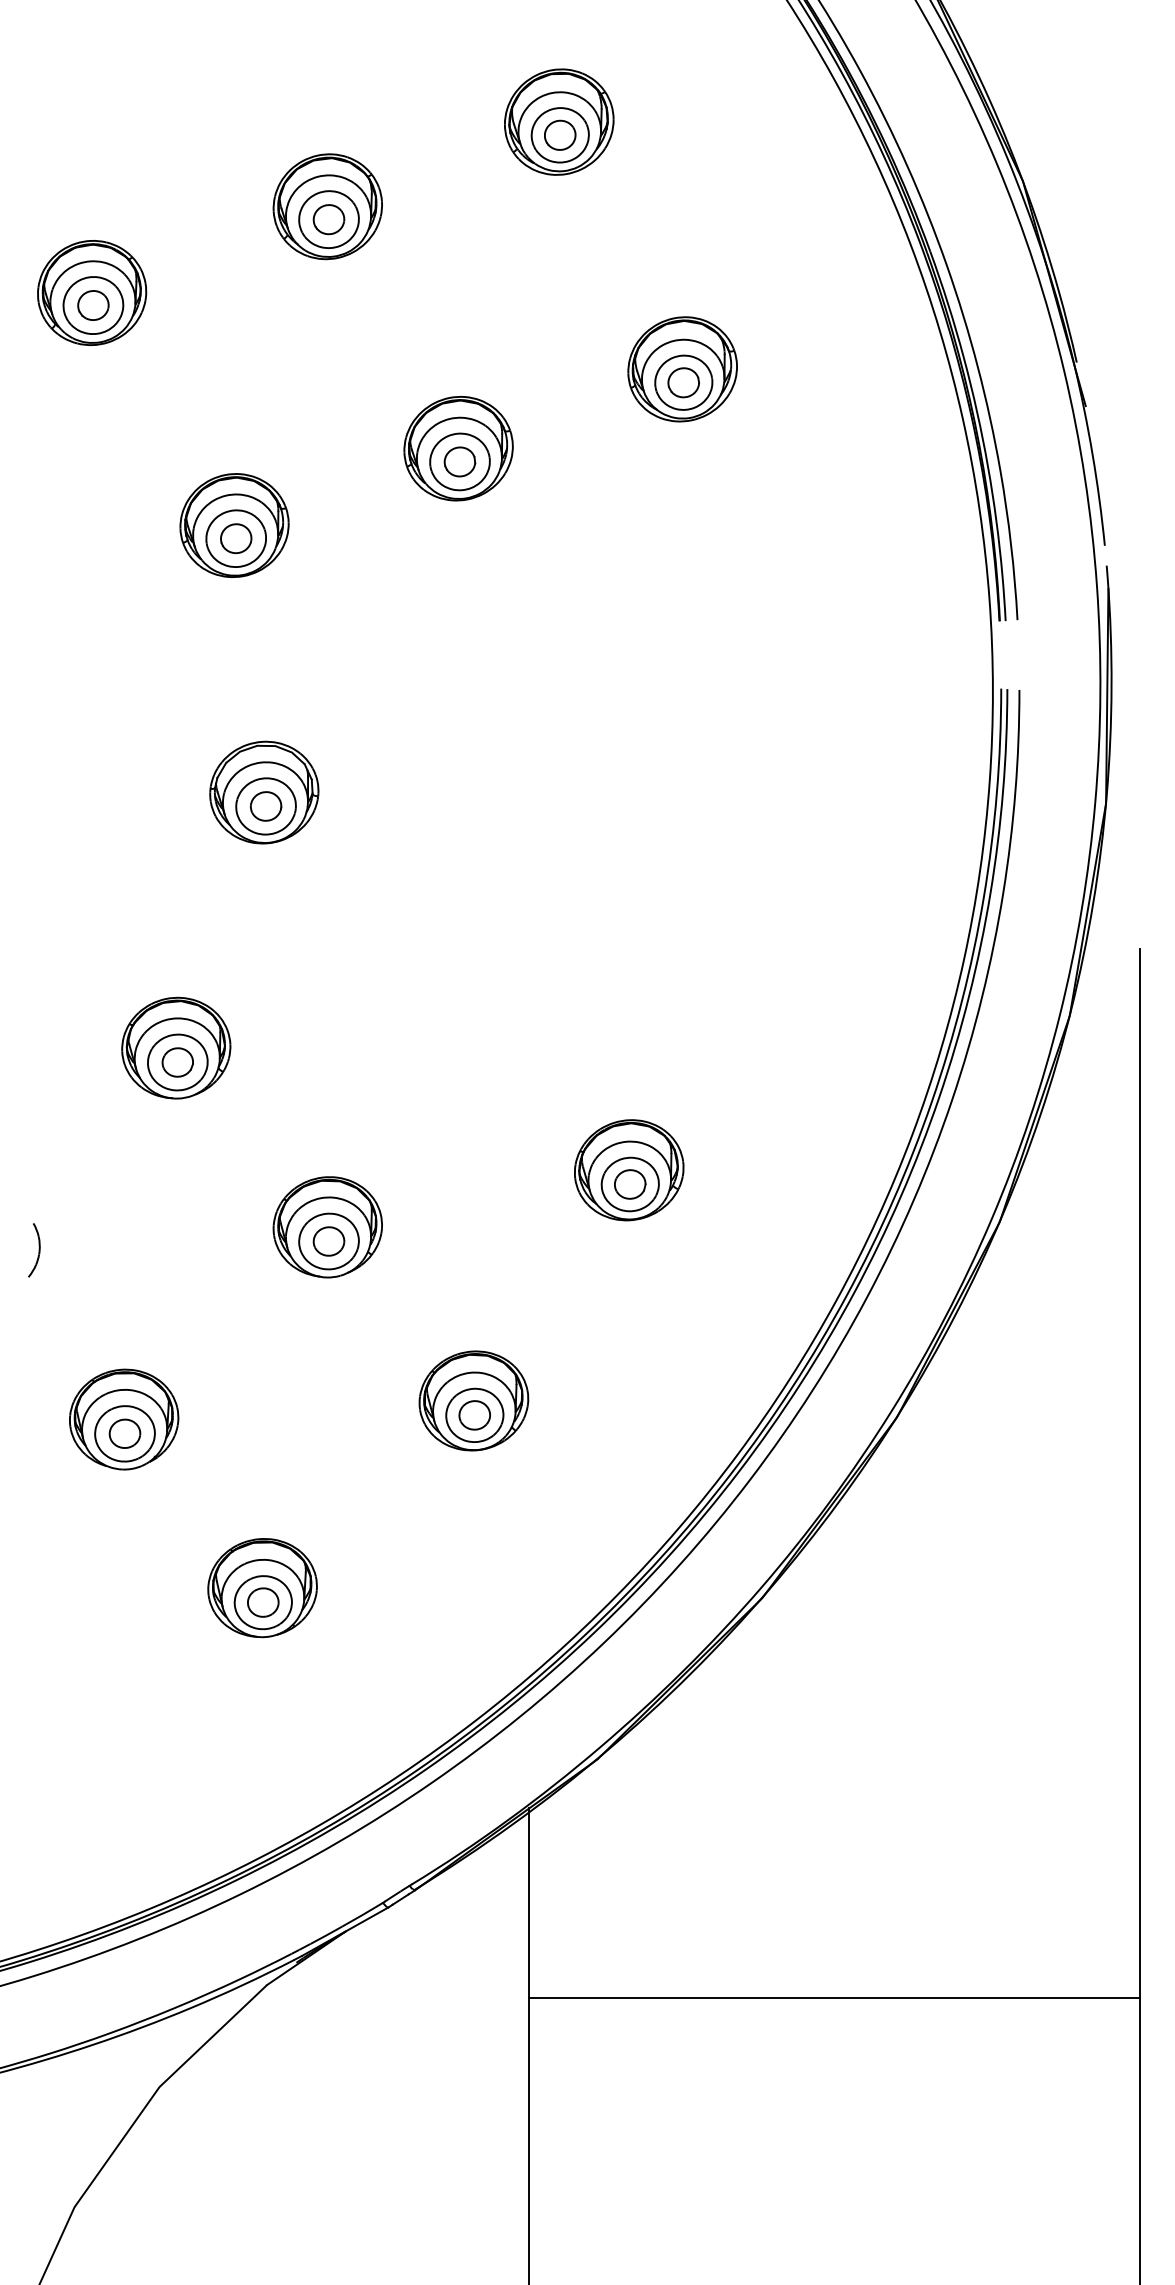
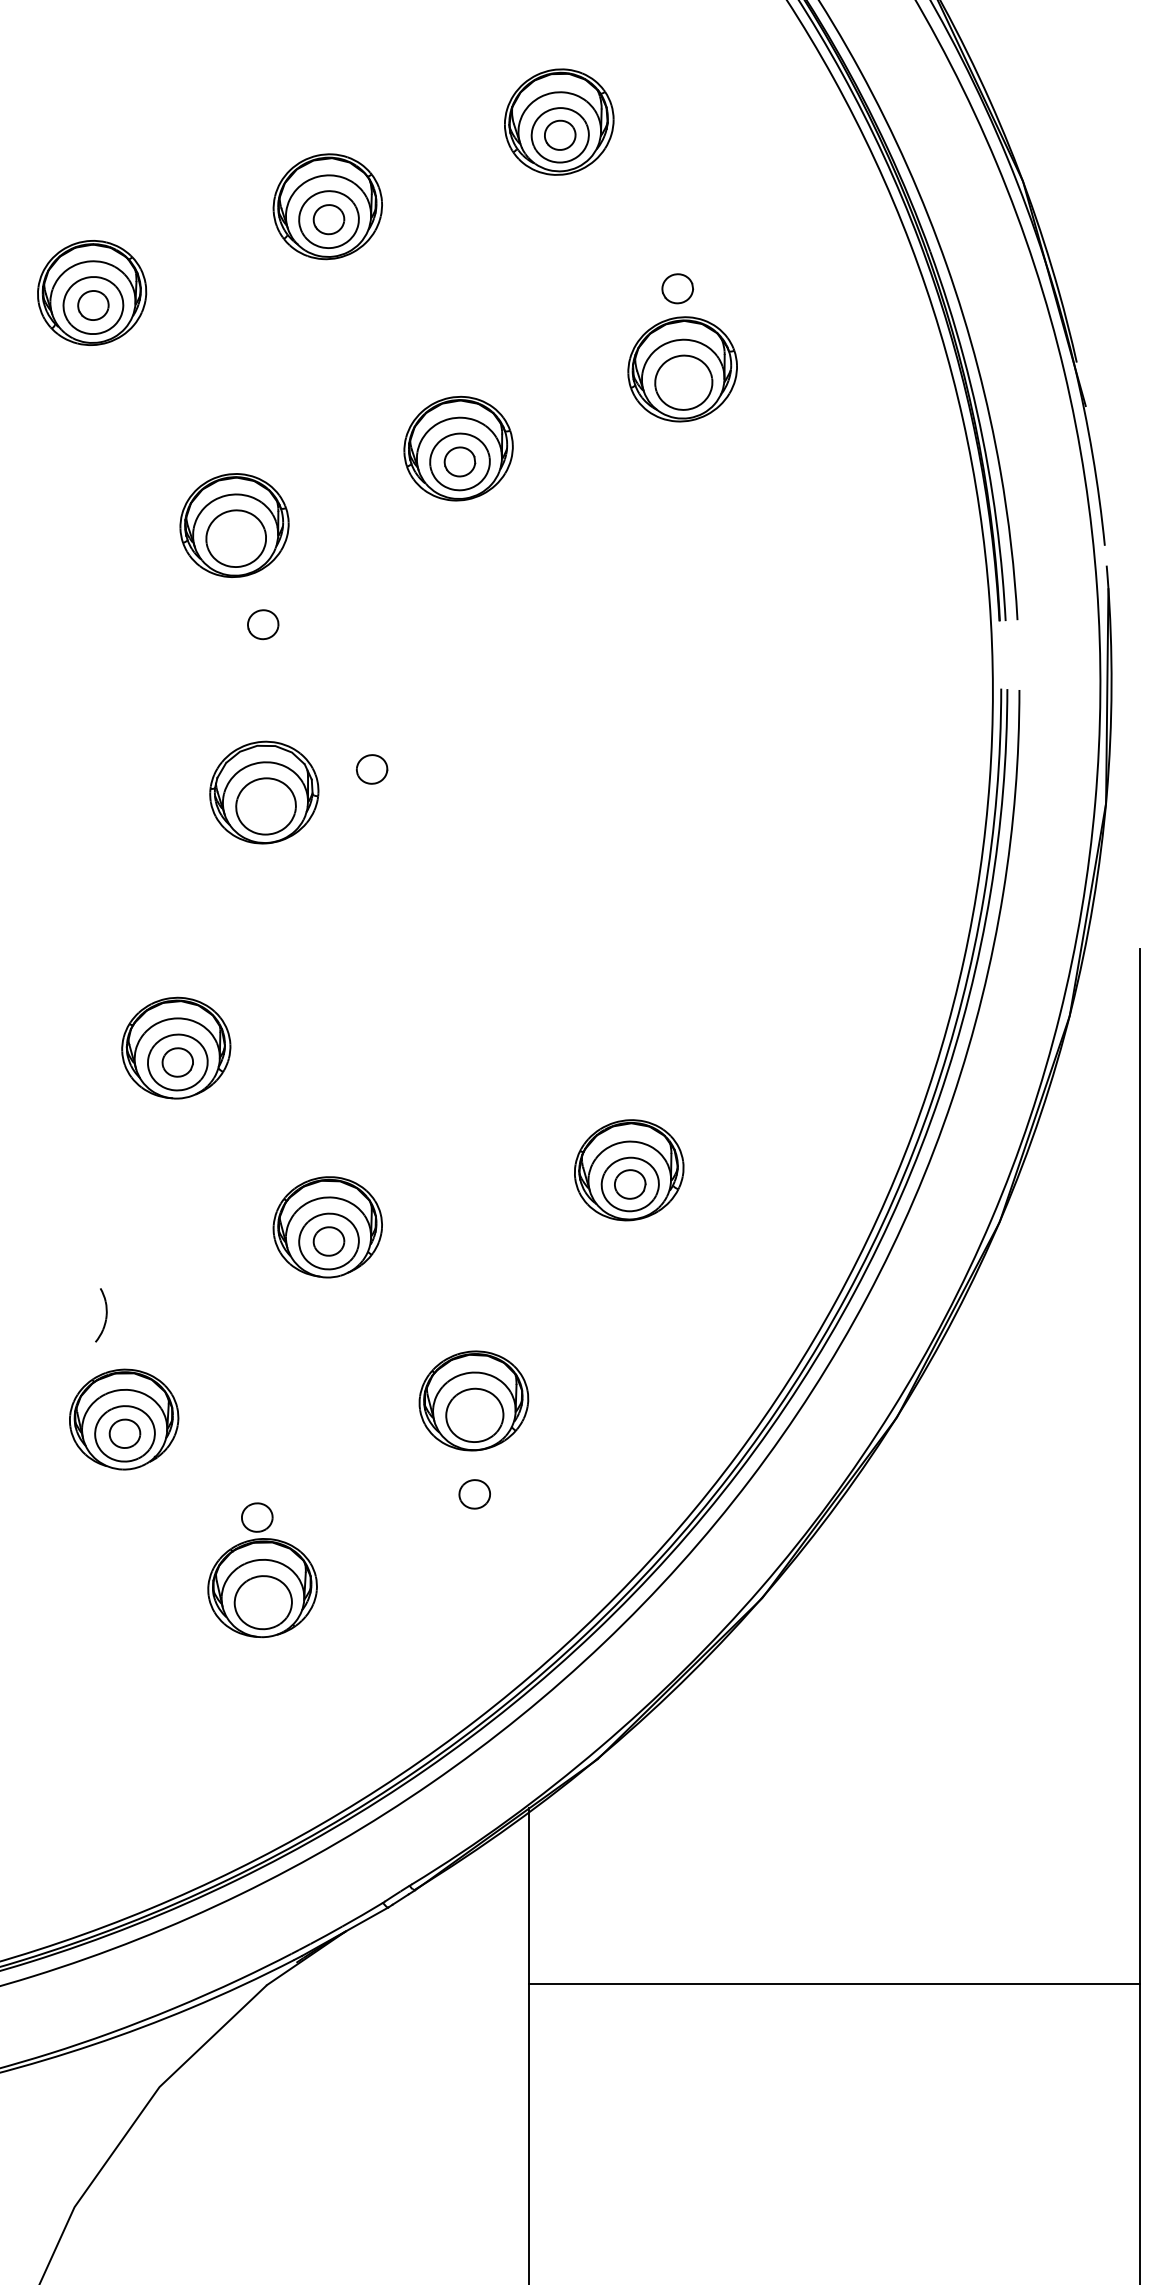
part at (683, 382) position: (683, 382) -> (677, 288)
part at (236, 538) position: (236, 538) -> (263, 624)
part at (266, 806) position: (266, 806) -> (372, 769)
part at (34, 1250) position: (34, 1250) -> (101, 1315)
part at (474, 1415) position: (474, 1415) -> (474, 1494)
part at (263, 1602) position: (263, 1602) -> (257, 1517)
line at (834, 1998) position: (834, 1998) -> (834, 1984)
